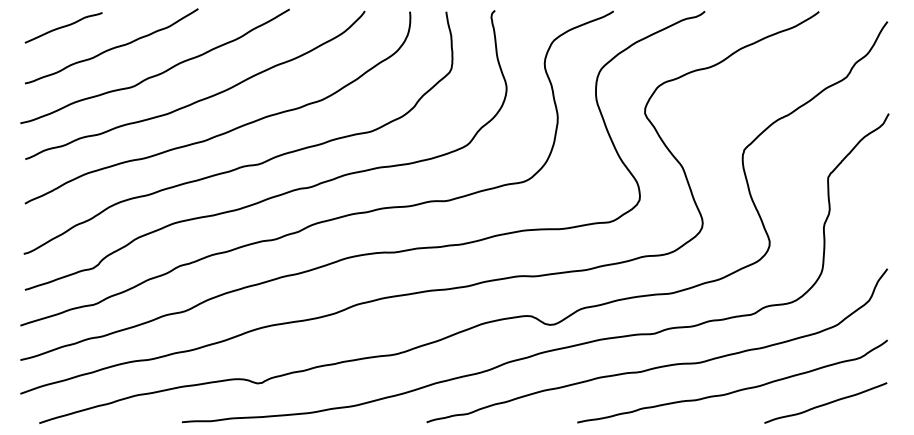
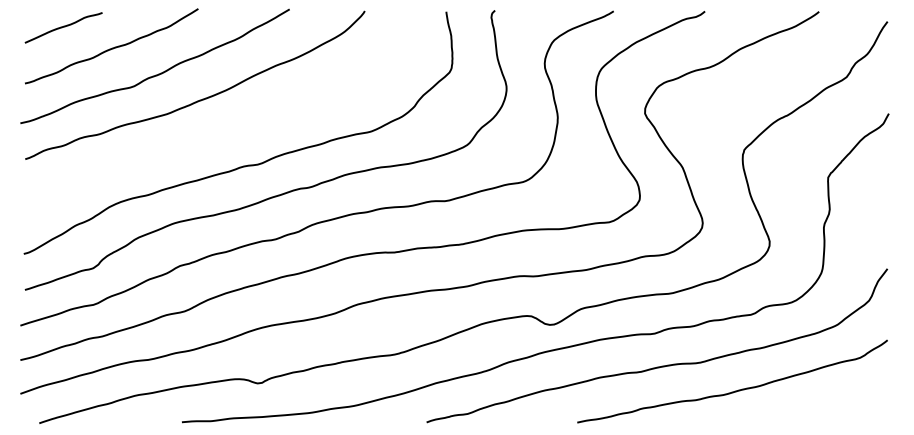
curve at (228, 130): present -> none
curve at (825, 403): present -> none
